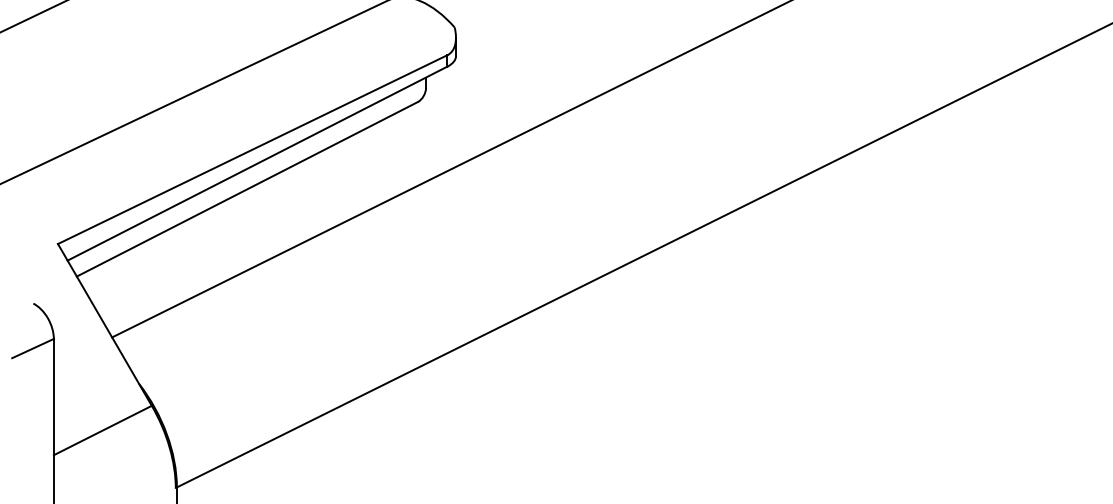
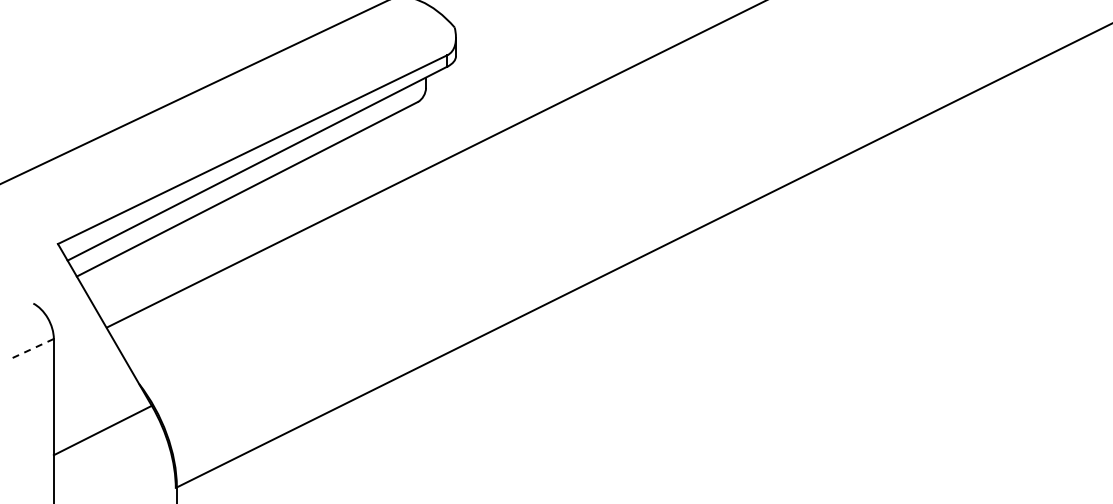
line at (32, 16): present -> none
line at (450, 169) position: (450, 169) -> (435, 164)
line at (33, 348): solid -> dashed
